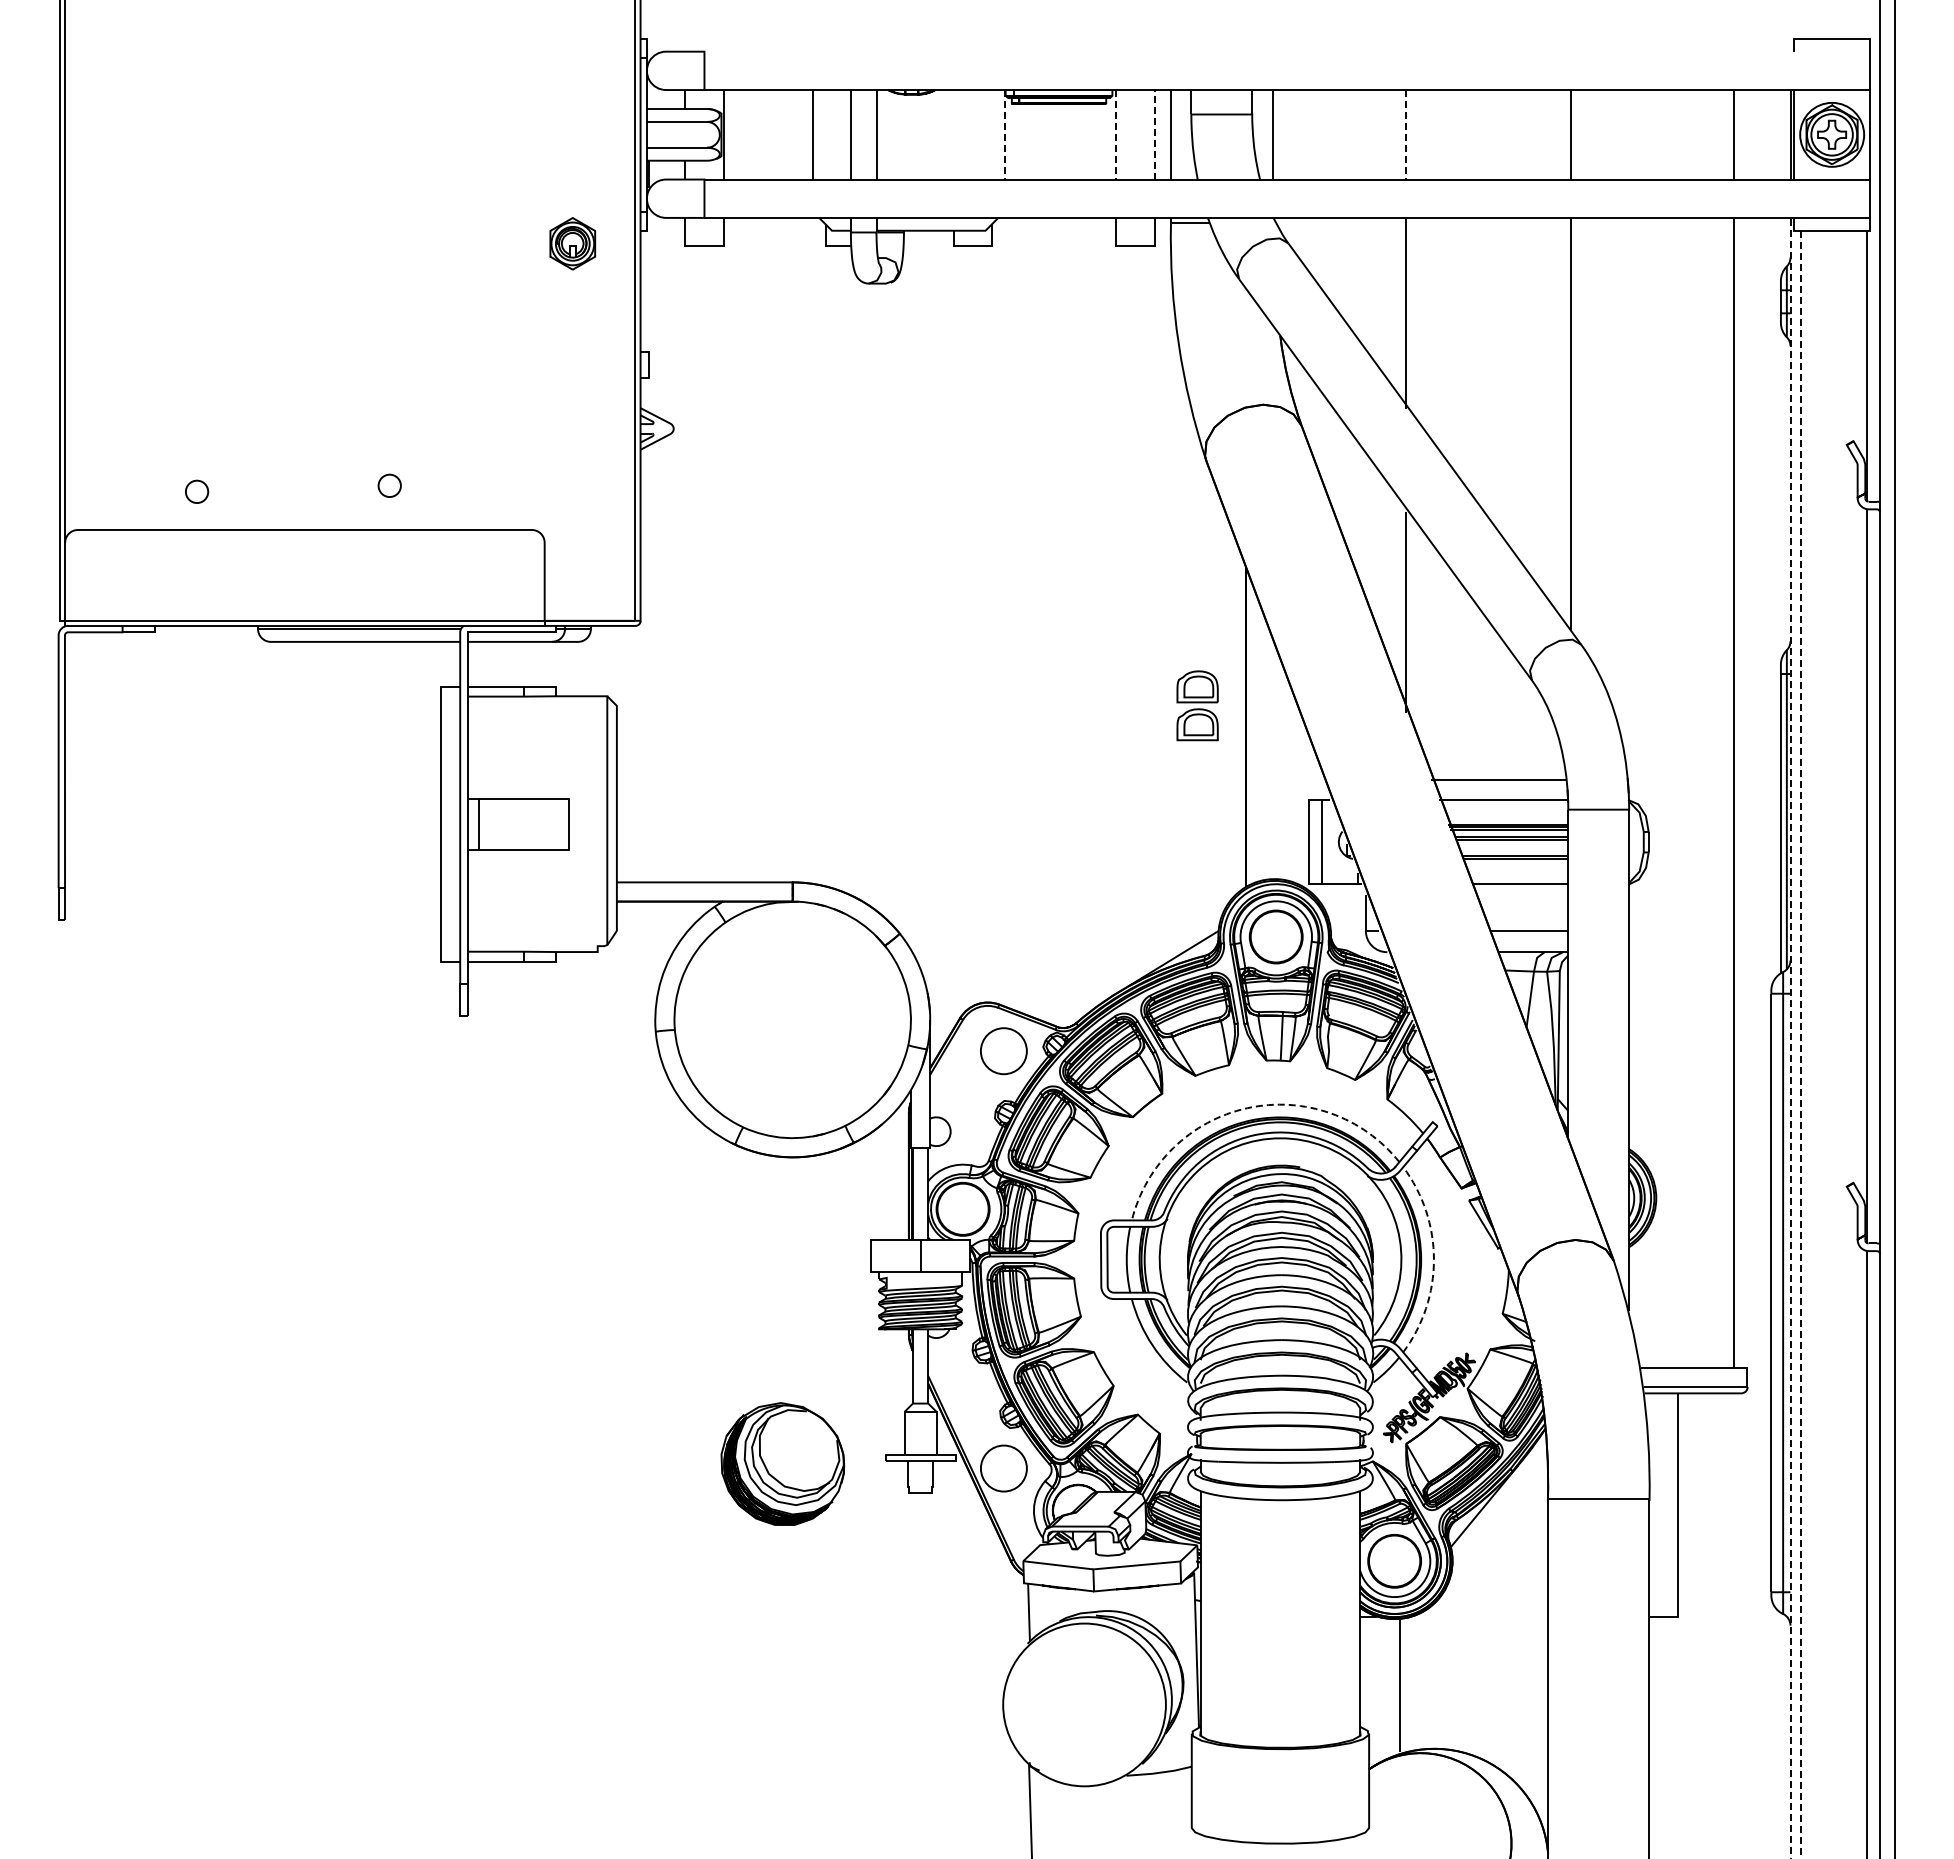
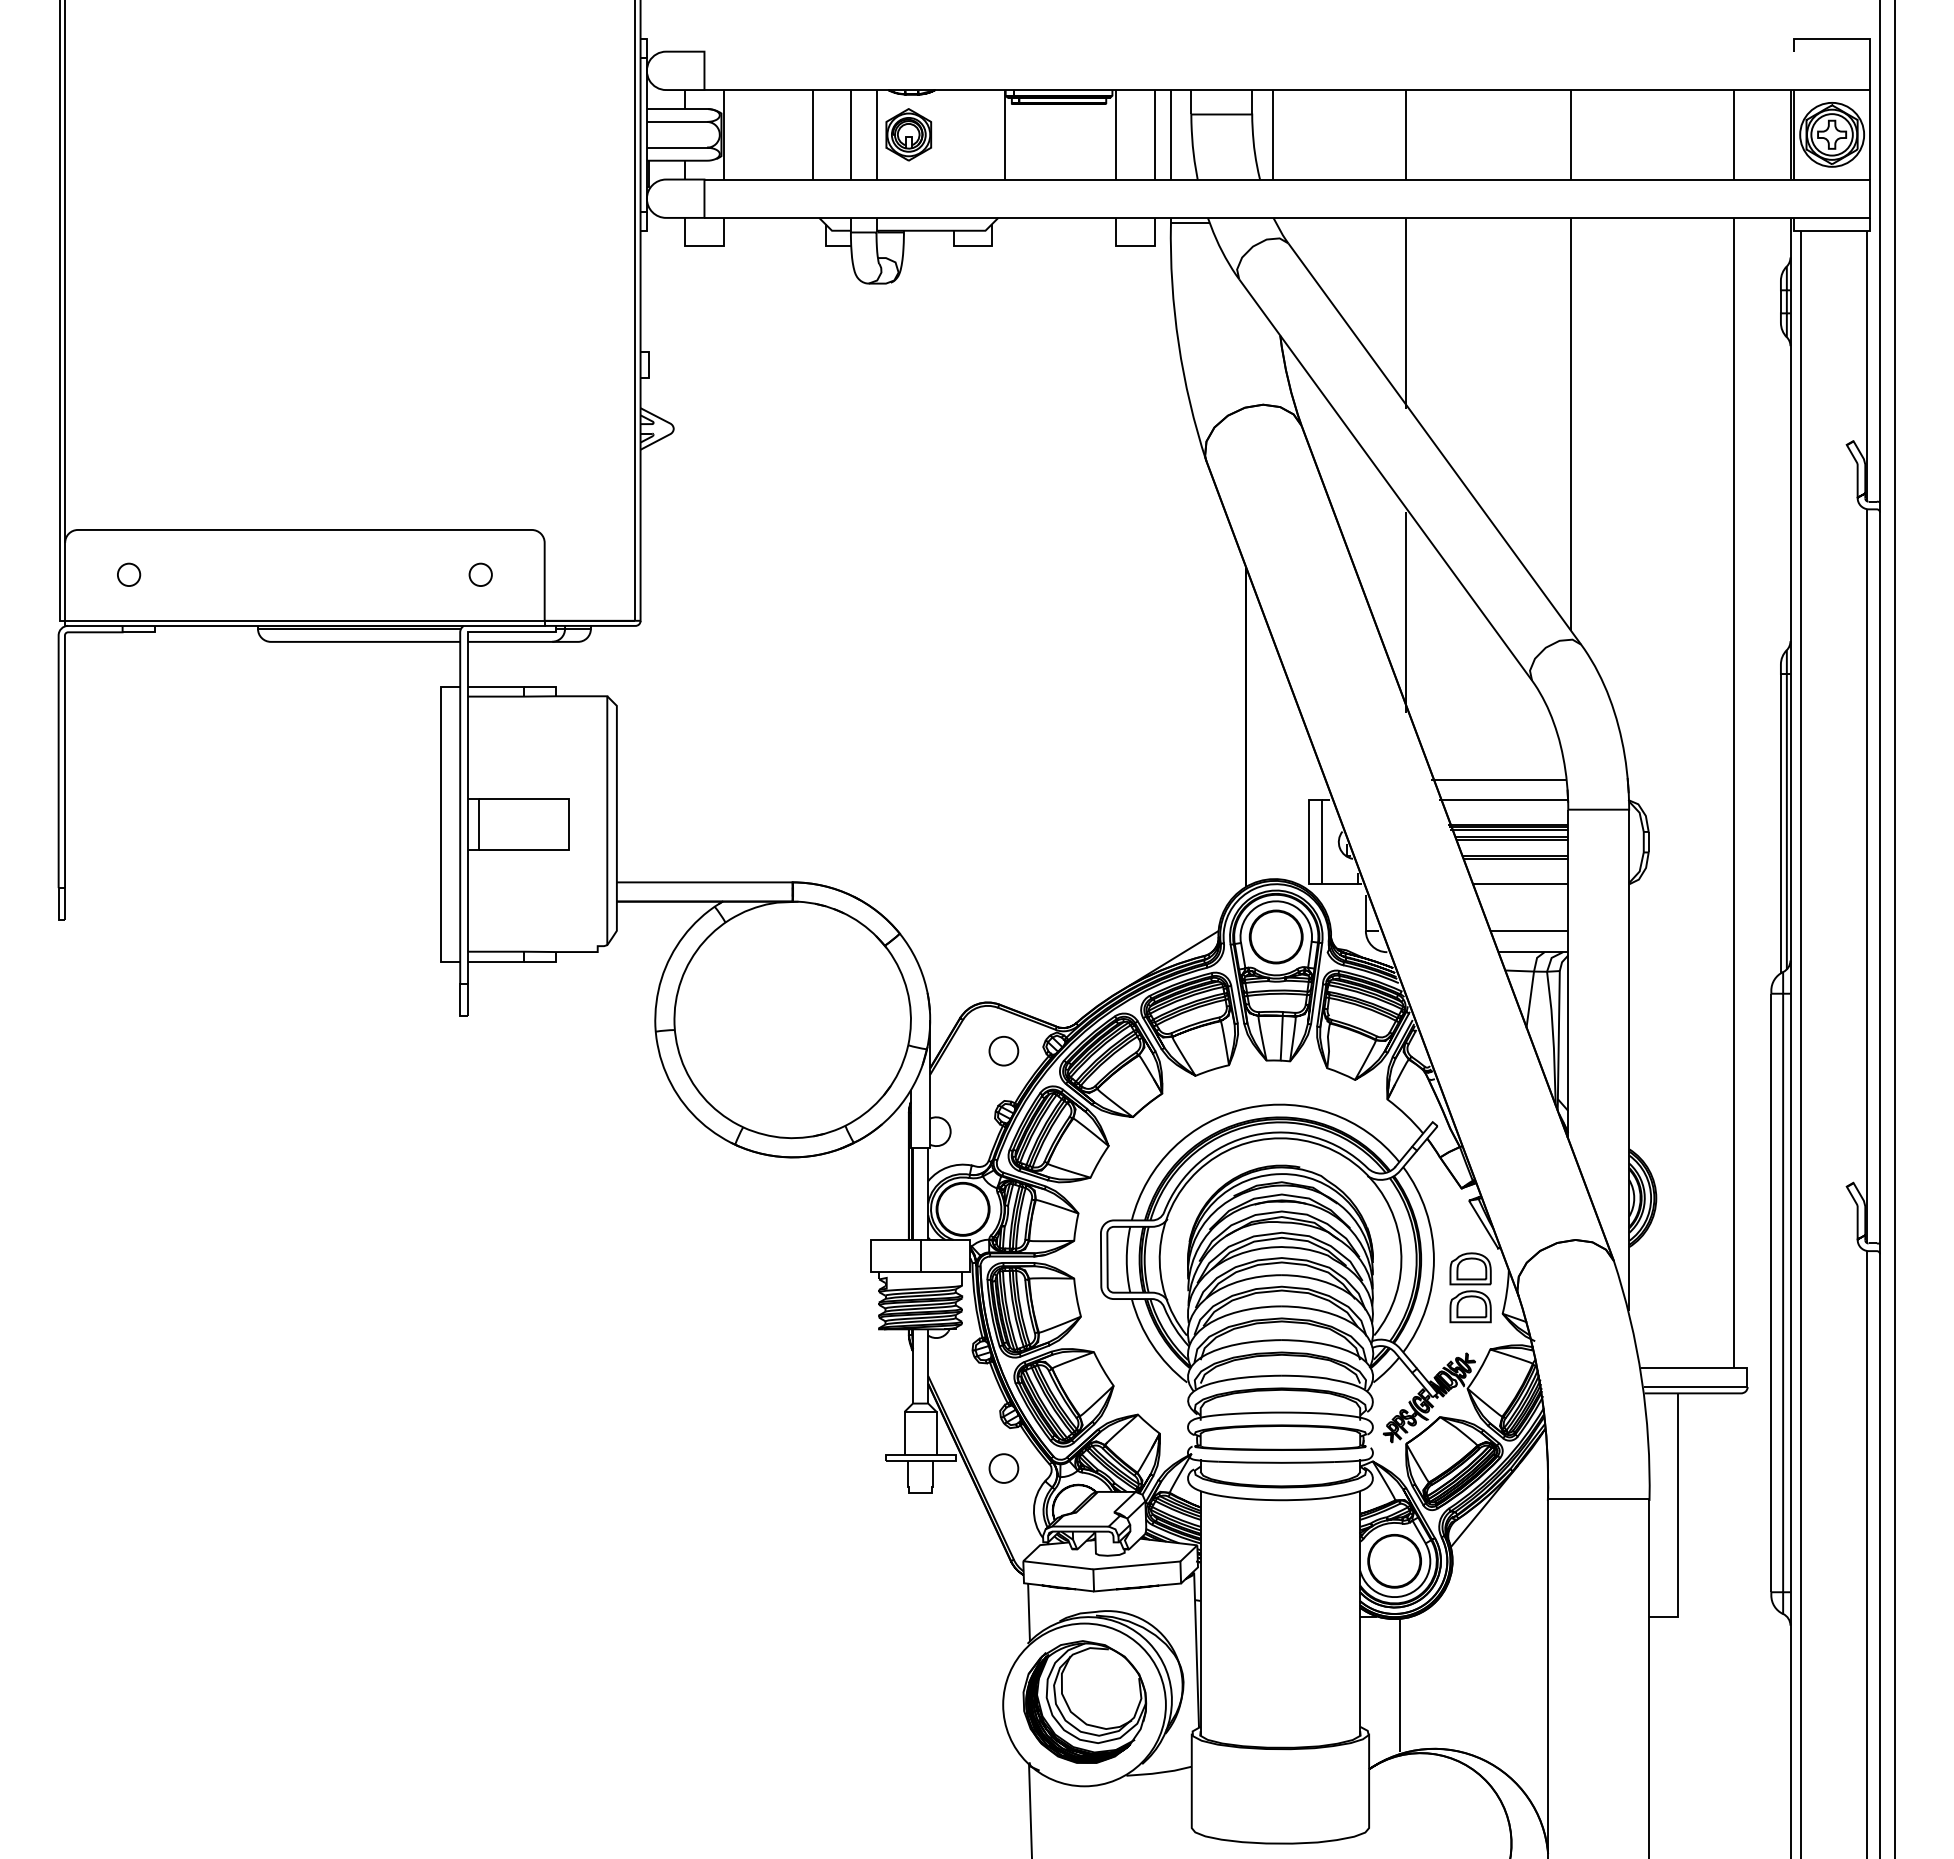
line at (1004, 134): dashed -> solid
line at (1116, 134): dashed -> solid
line at (1154, 134): dashed -> solid
line at (1406, 134): dashed -> solid
part at (572, 243) position: (572, 243) -> (908, 134)
circle at (389, 485) position: (389, 485) -> (480, 574)
circle at (197, 491) position: (197, 491) -> (129, 574)
part at (1197, 705) position: (1197, 705) -> (1470, 1287)
circle at (1003, 1051) diameter: 46 px -> 29 px
arc at (1247, 1108): dashed -> solid
line at (1433, 1259): dashed -> solid
part at (782, 1463) position: (782, 1463) -> (1084, 1701)
circle at (1003, 1468) diameter: 46 px -> 29 px
line at (1790, 1852): dashed -> solid
